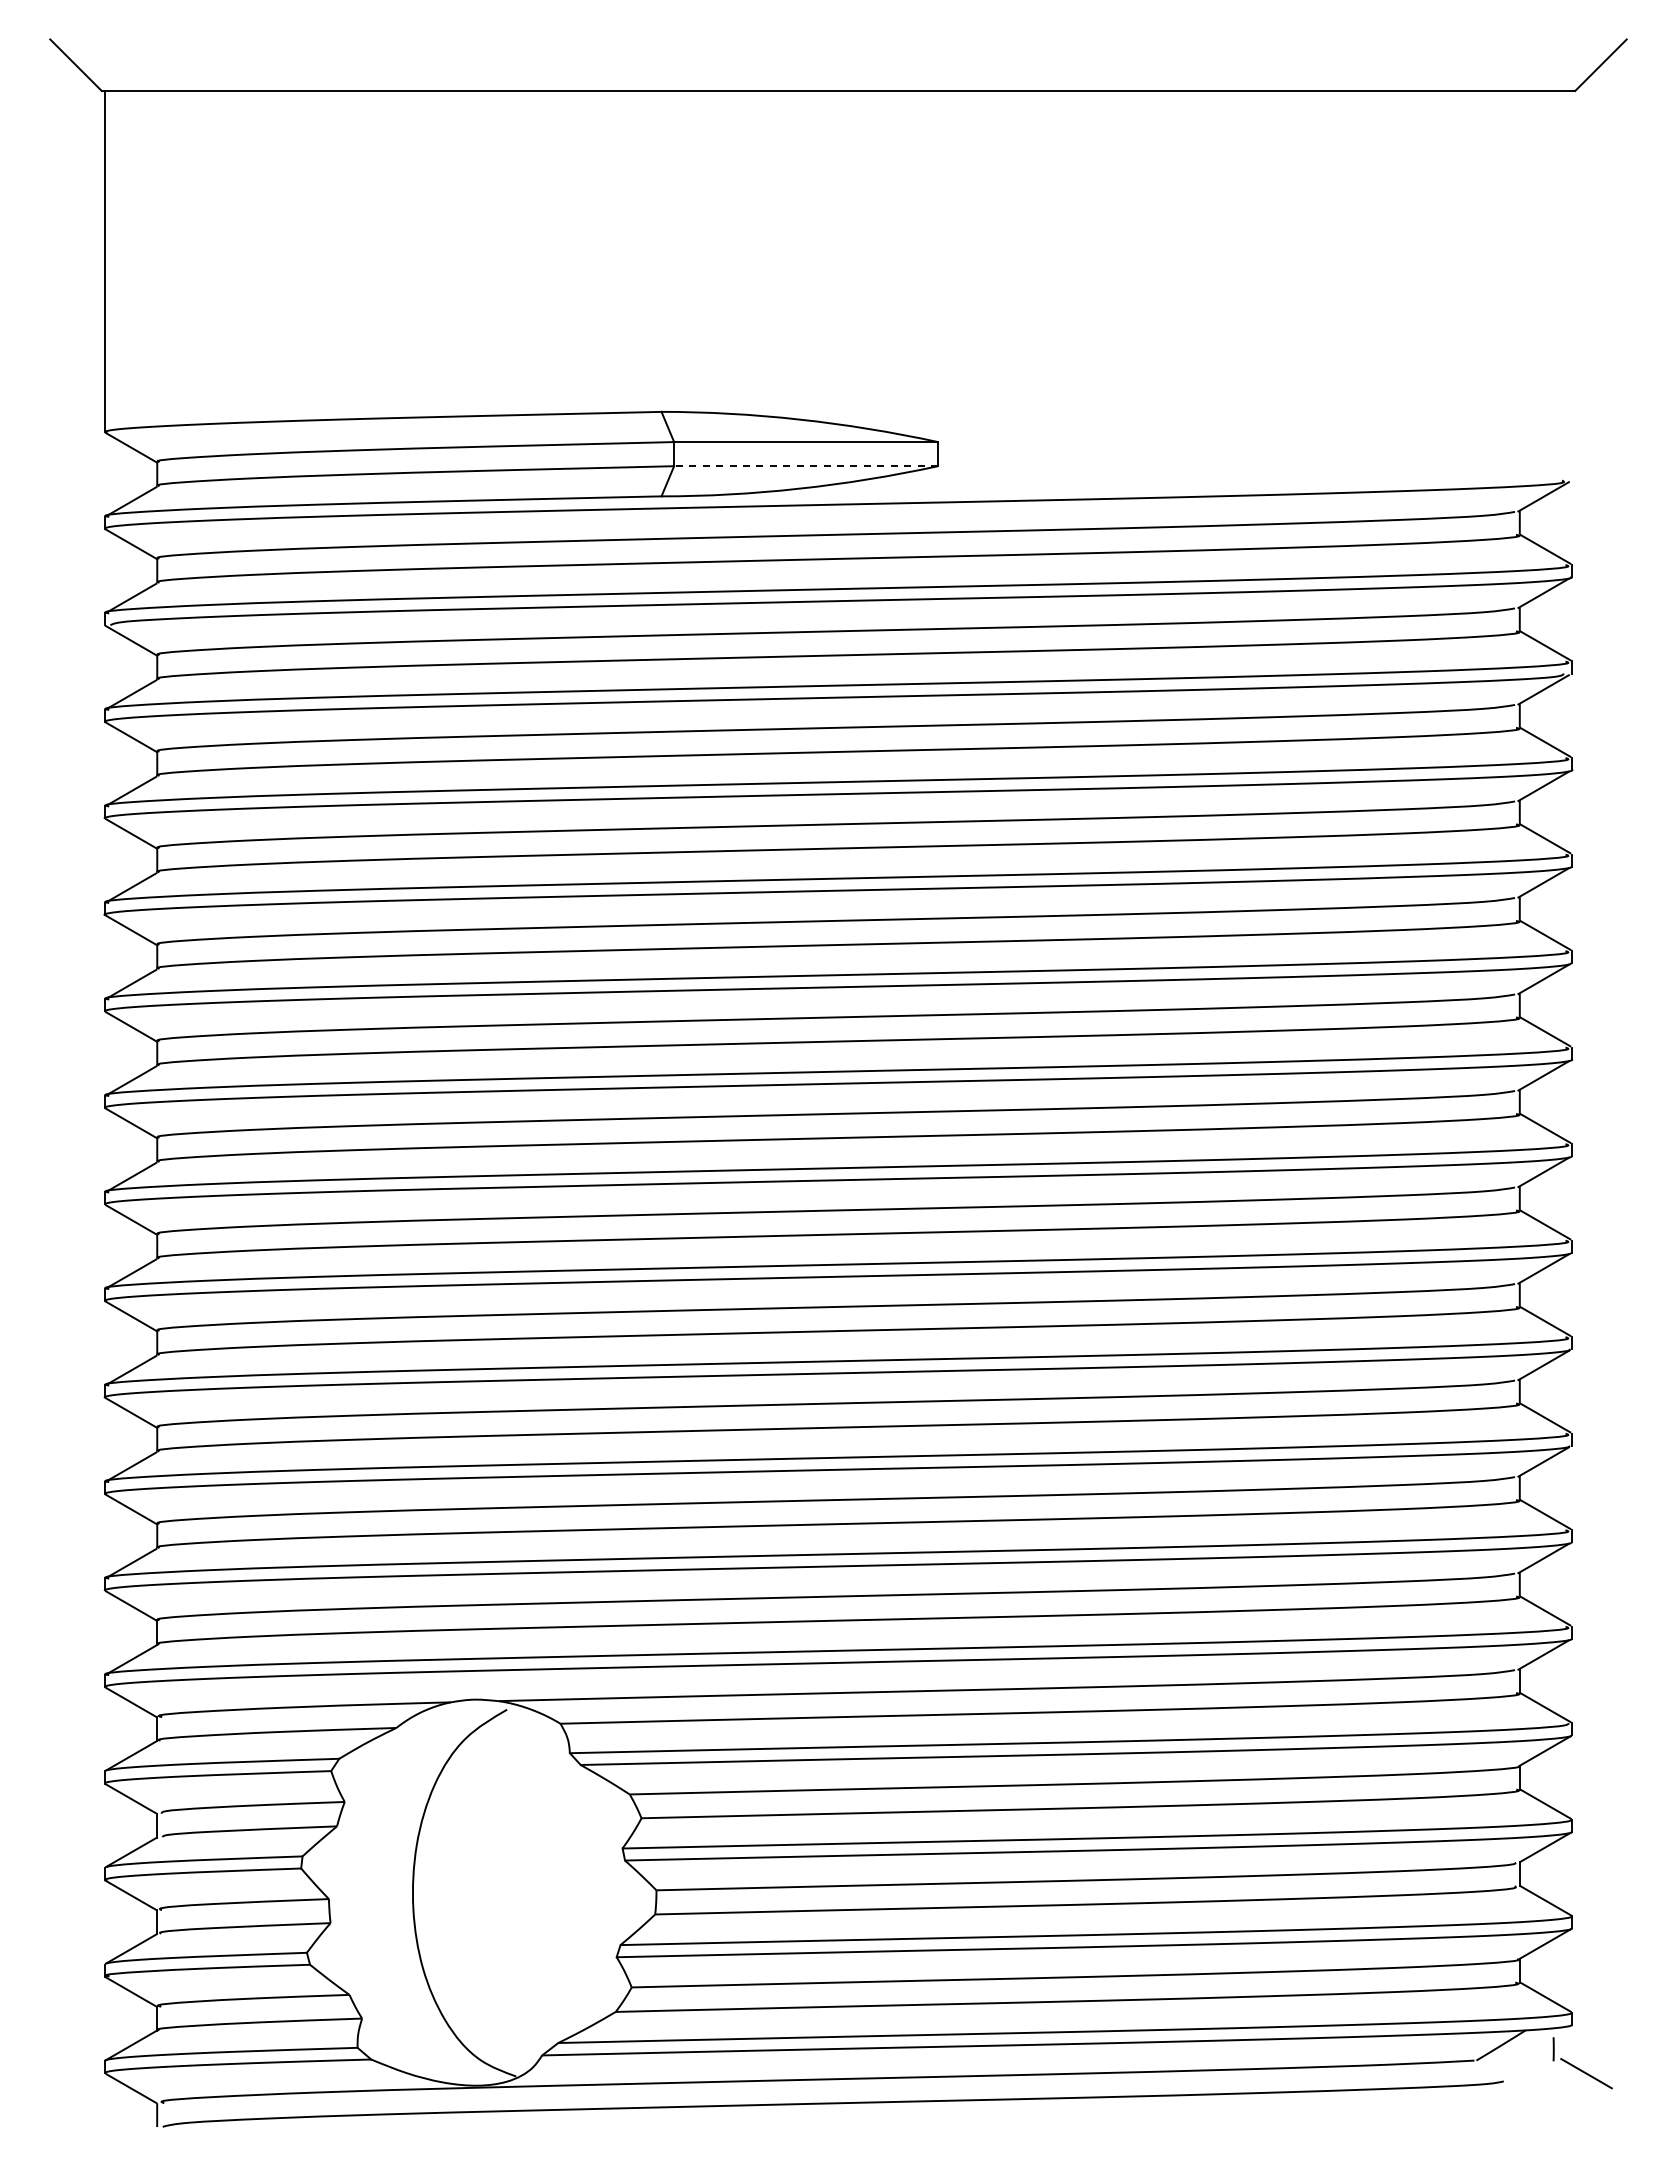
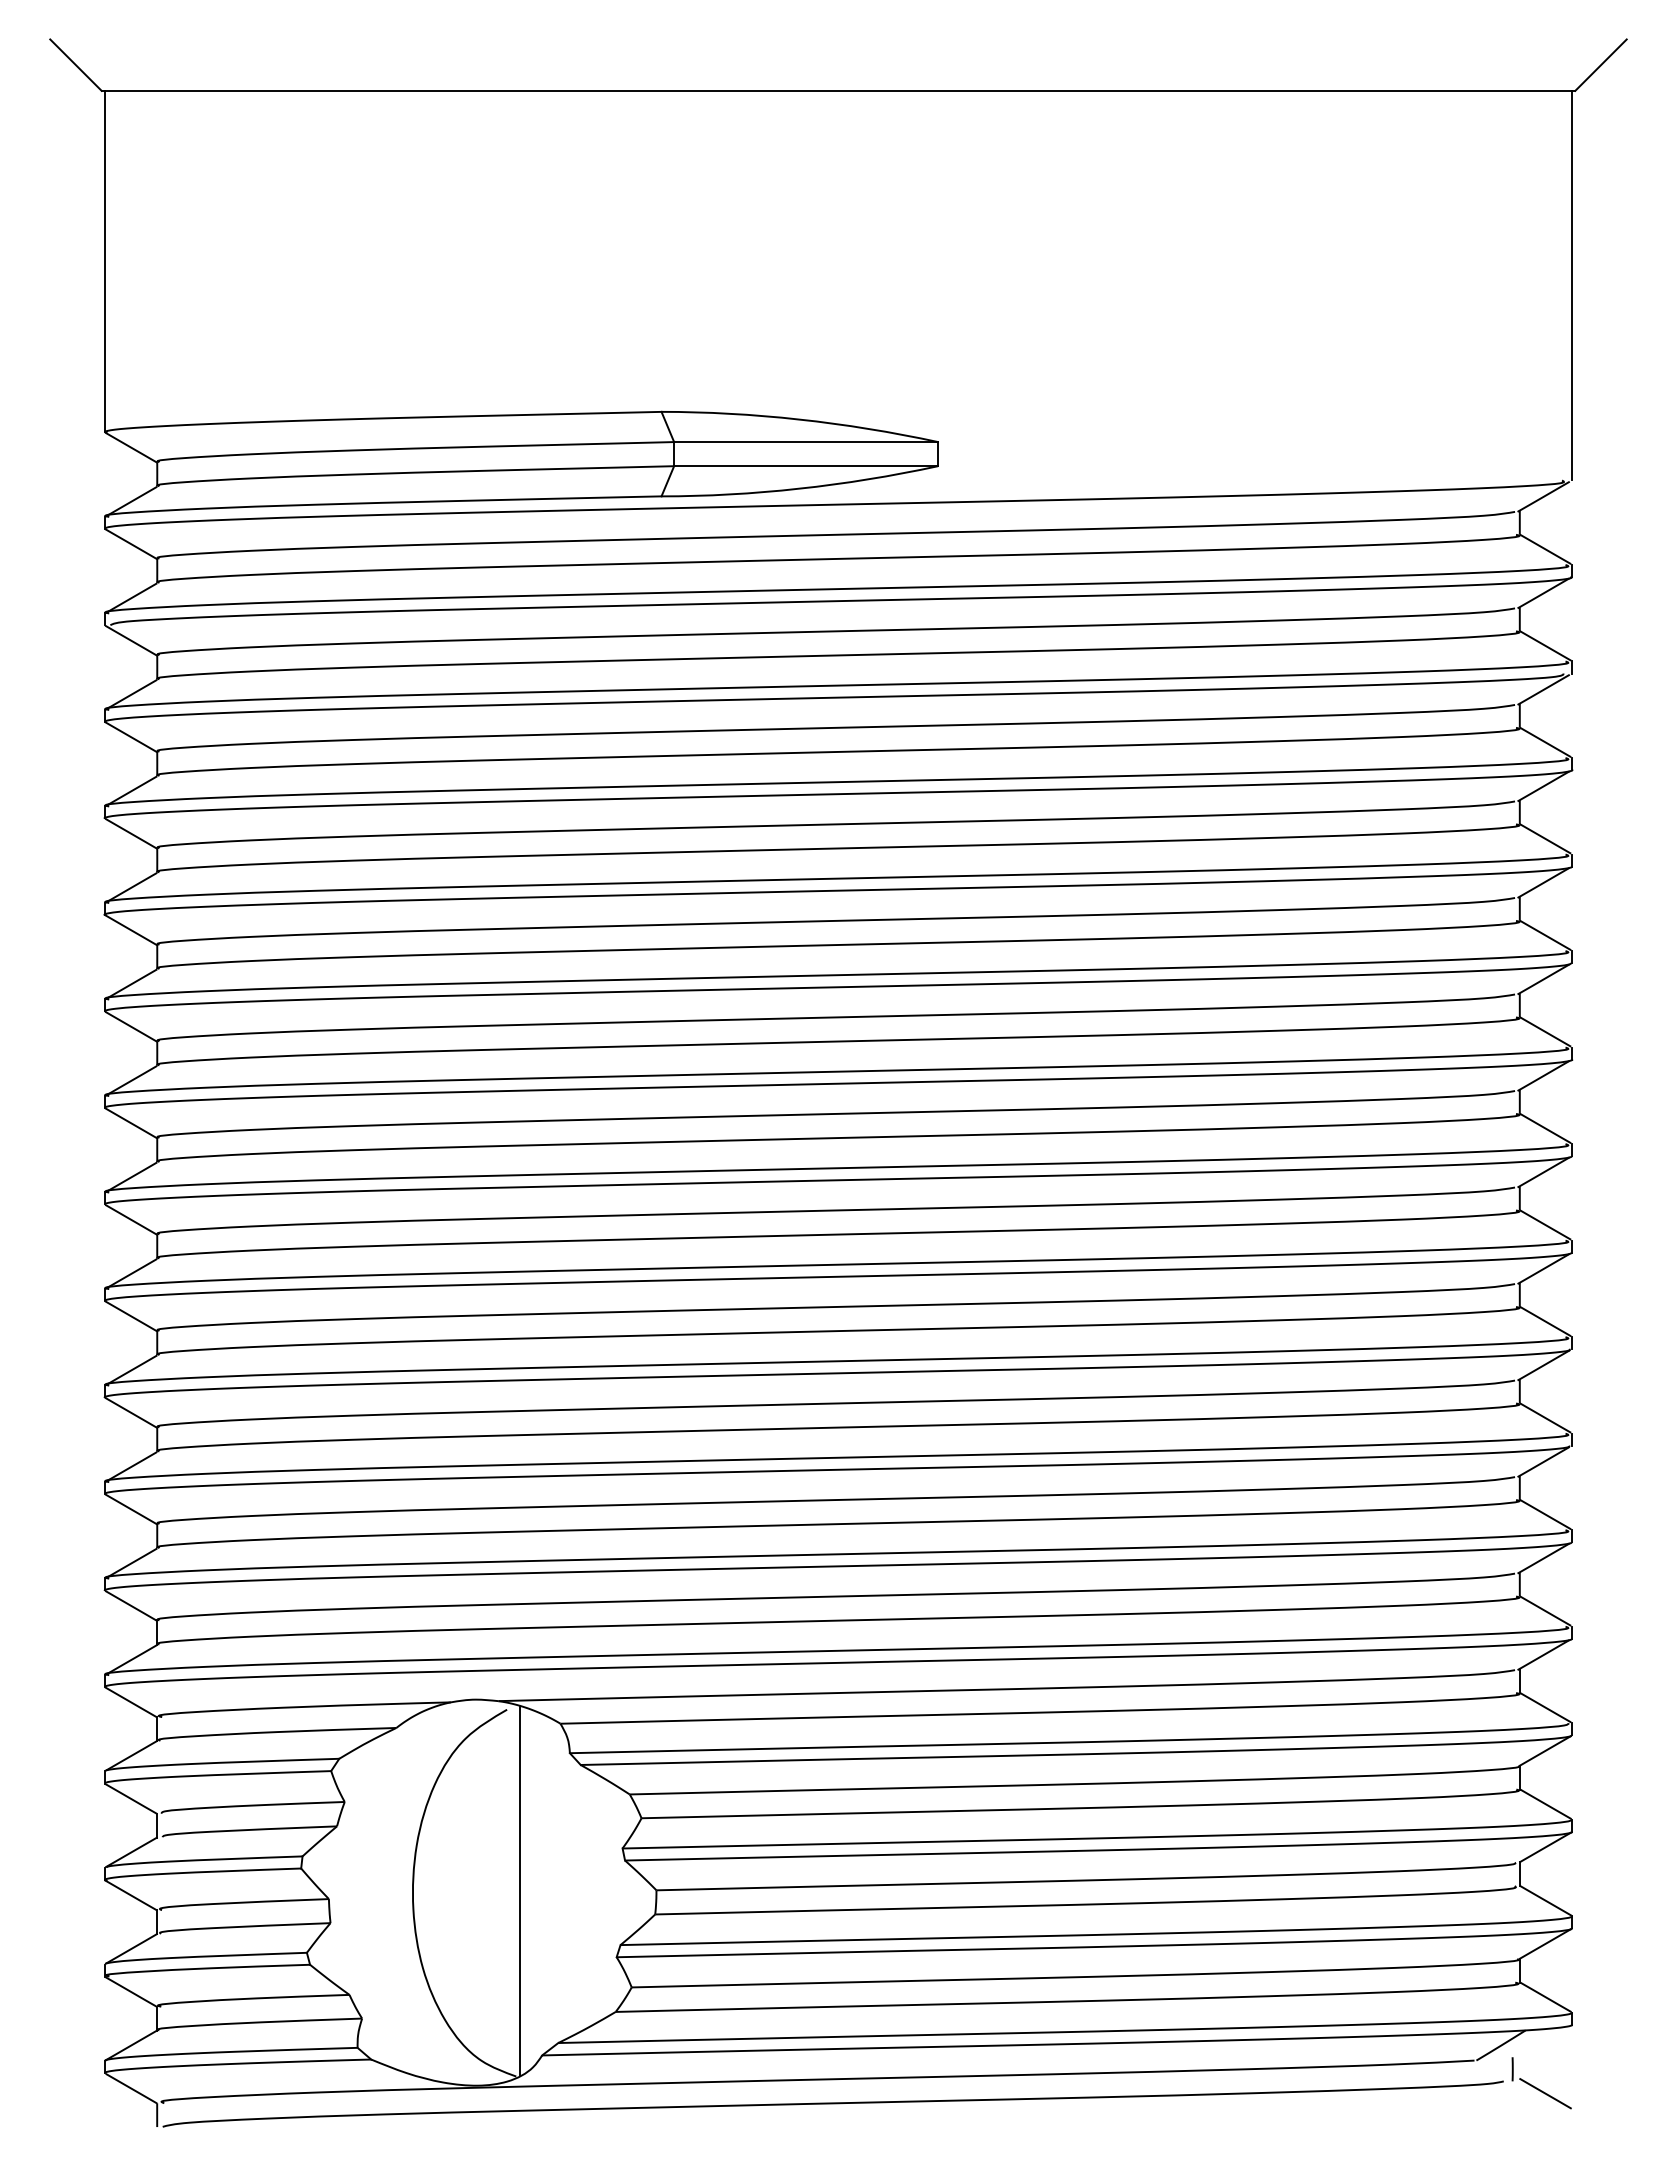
line at (1572, 285): none -> present
line at (806, 466): dashed -> solid
line at (519, 1890): none -> present
part at (1582, 2063) position: (1582, 2063) -> (1541, 2083)
